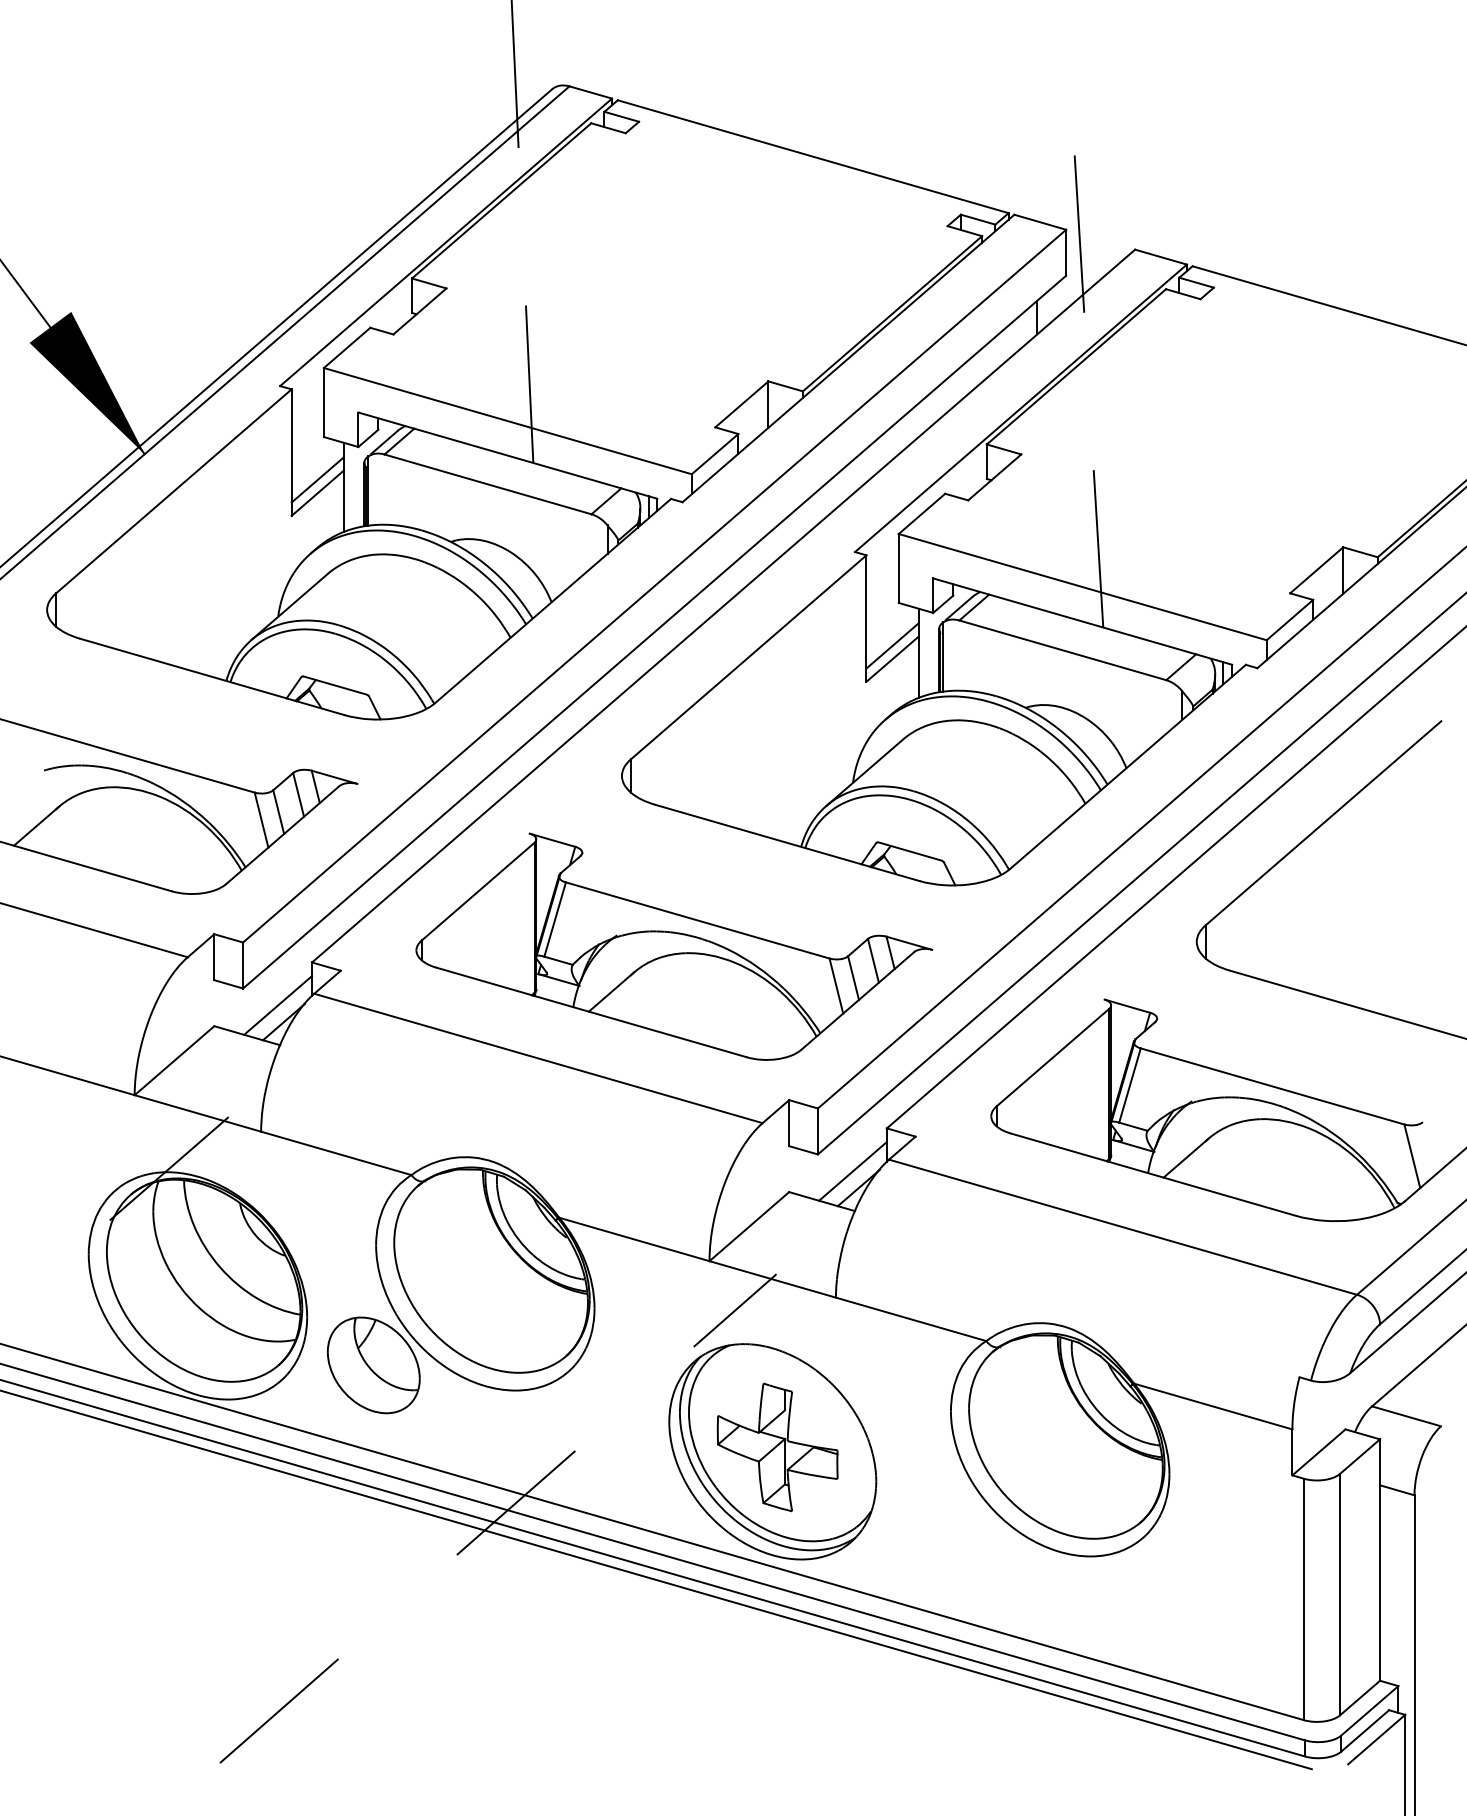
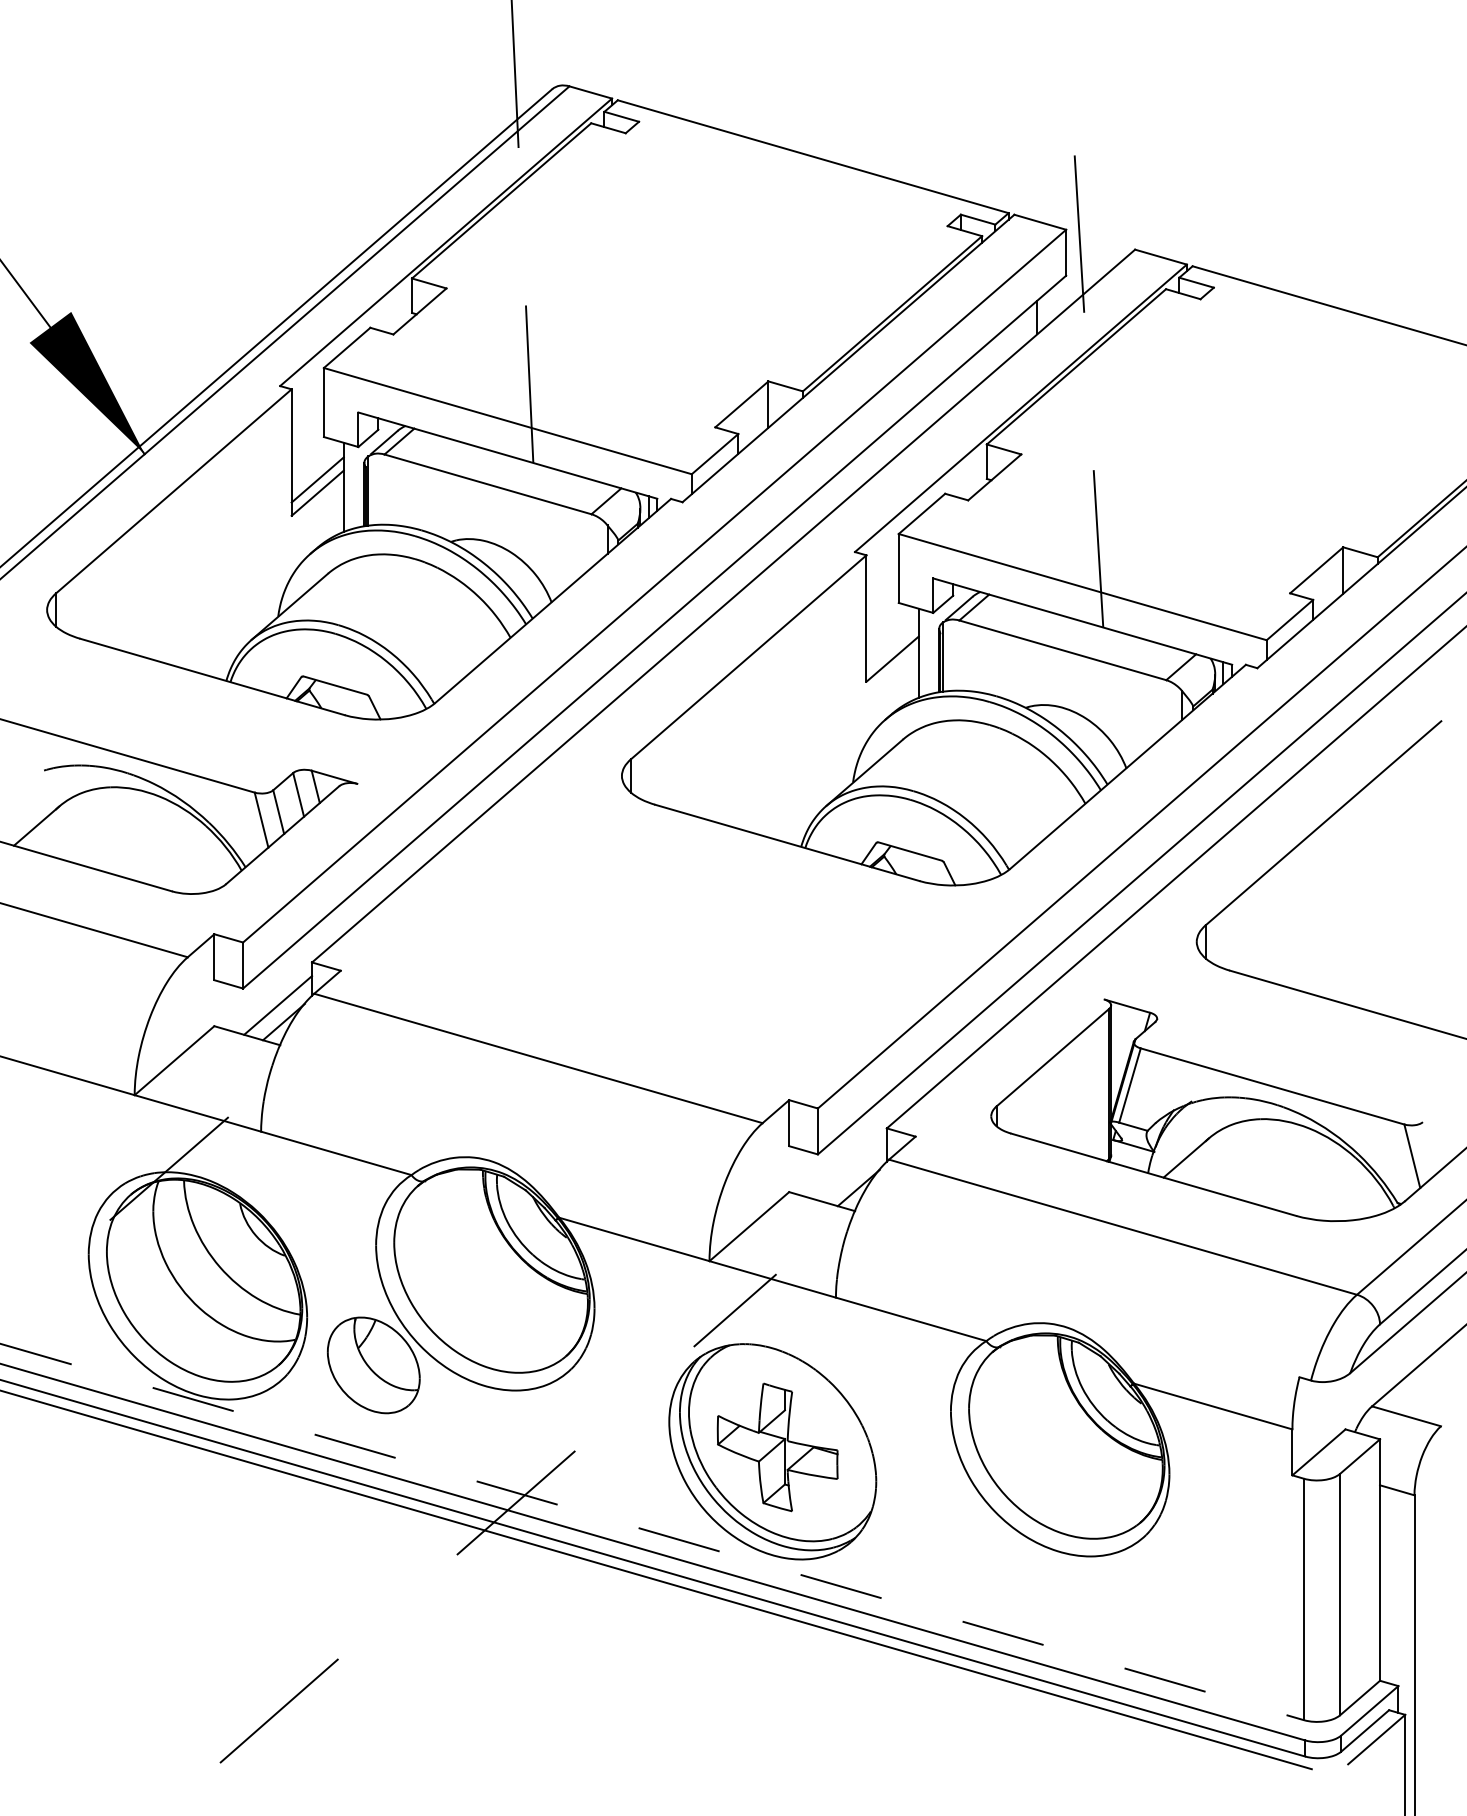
line at (892, 645): present -> none
part at (674, 946): present -> none
line at (852, 1171): present -> none
line at (652, 1532): solid -> dashed
